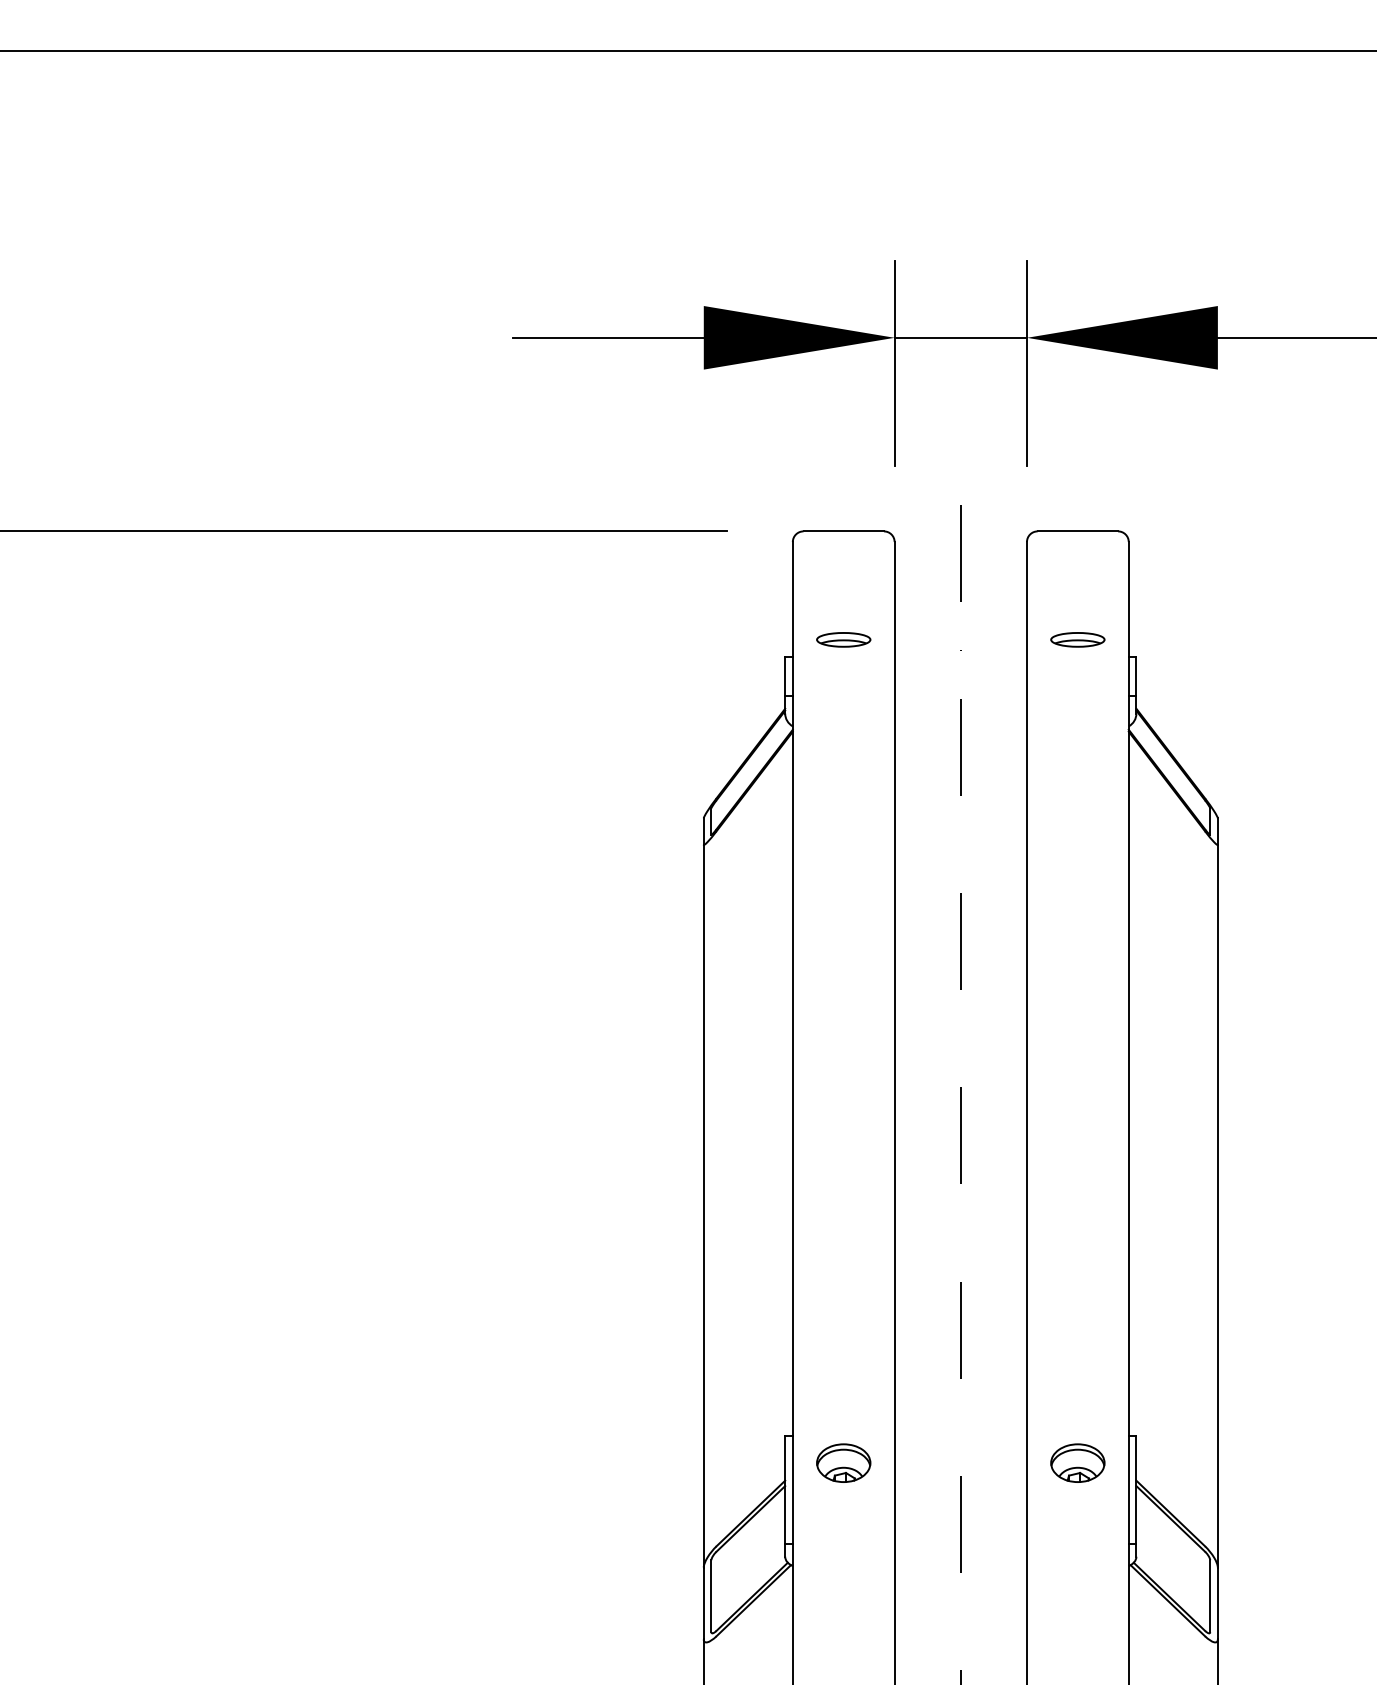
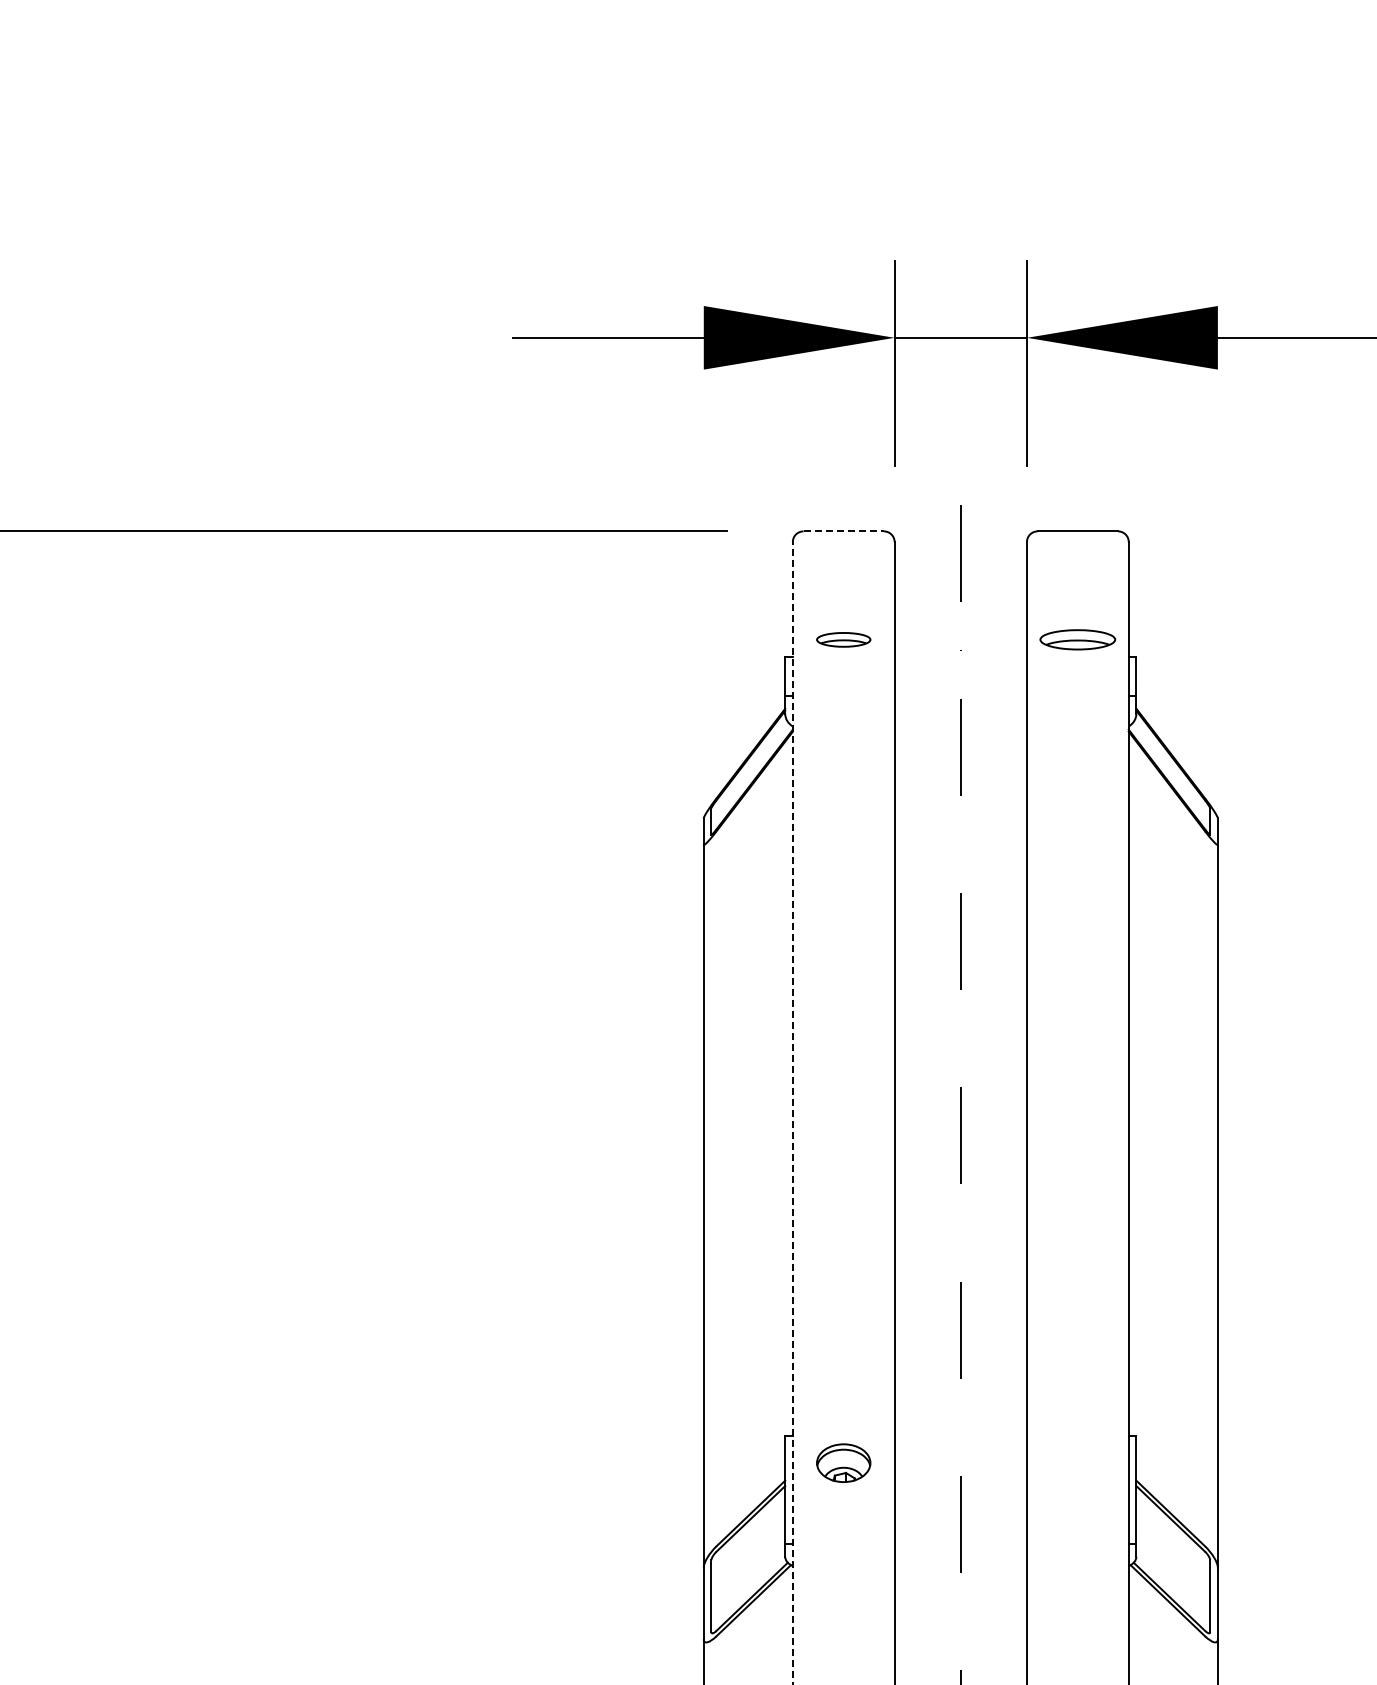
line at (687, 51): present -> none
line at (844, 531): solid -> dashed
part at (1077, 639) size: 56x16 px -> 78x22 px
line at (792, 1112): solid -> dashed
part at (1077, 1462): present -> none
